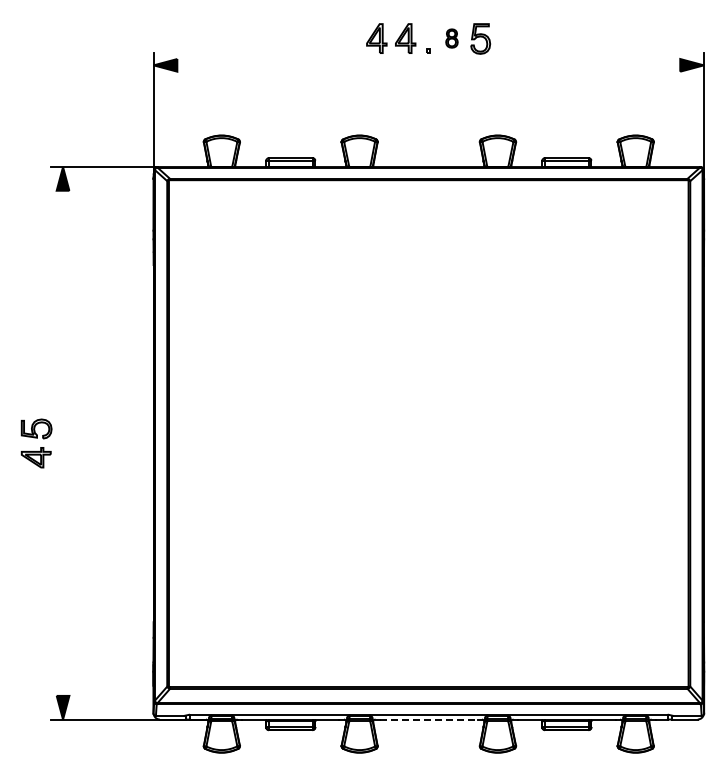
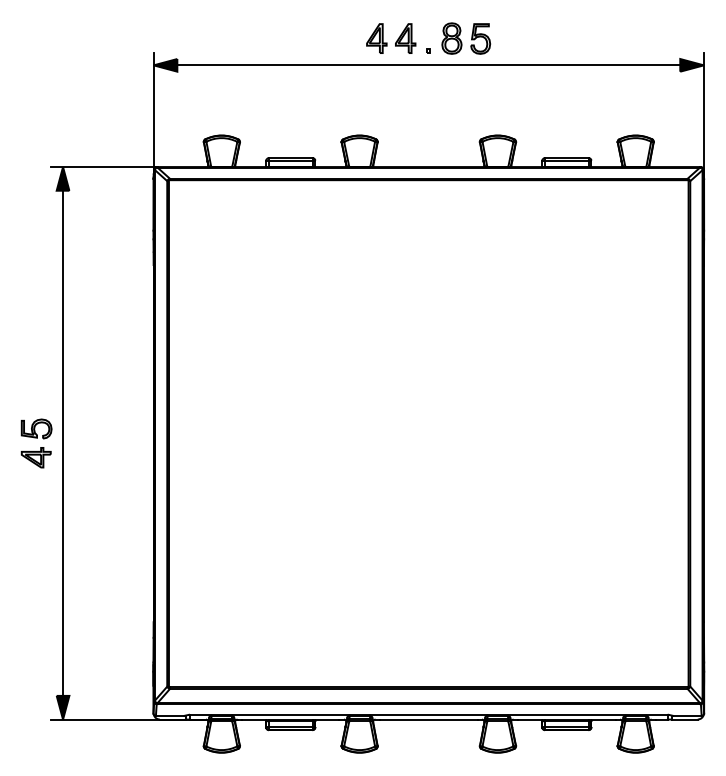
part at (451, 38) size: 14x21 px -> 22x33 px
line at (428, 65): none -> present
line at (63, 442): none -> present
line at (428, 719): dashed -> solid
